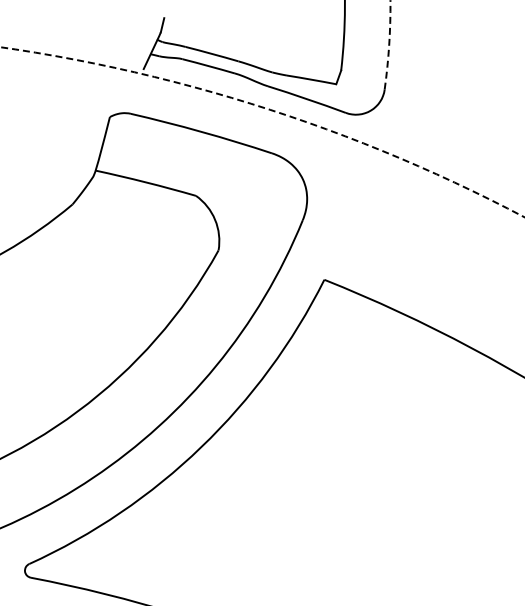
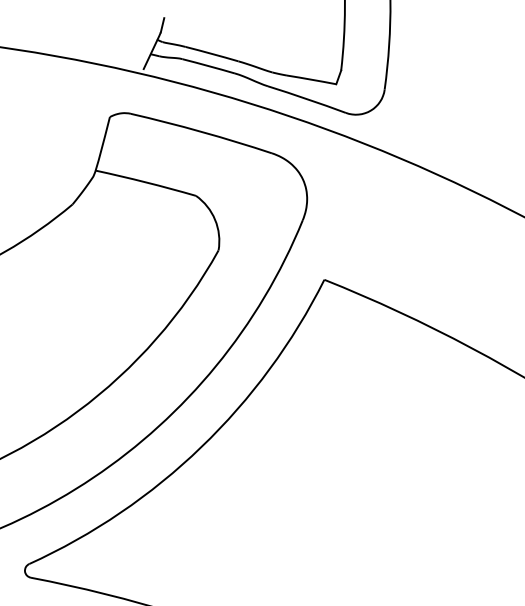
arc at (389, 45): dashed -> solid
circle at (262, 132): dashed -> solid
